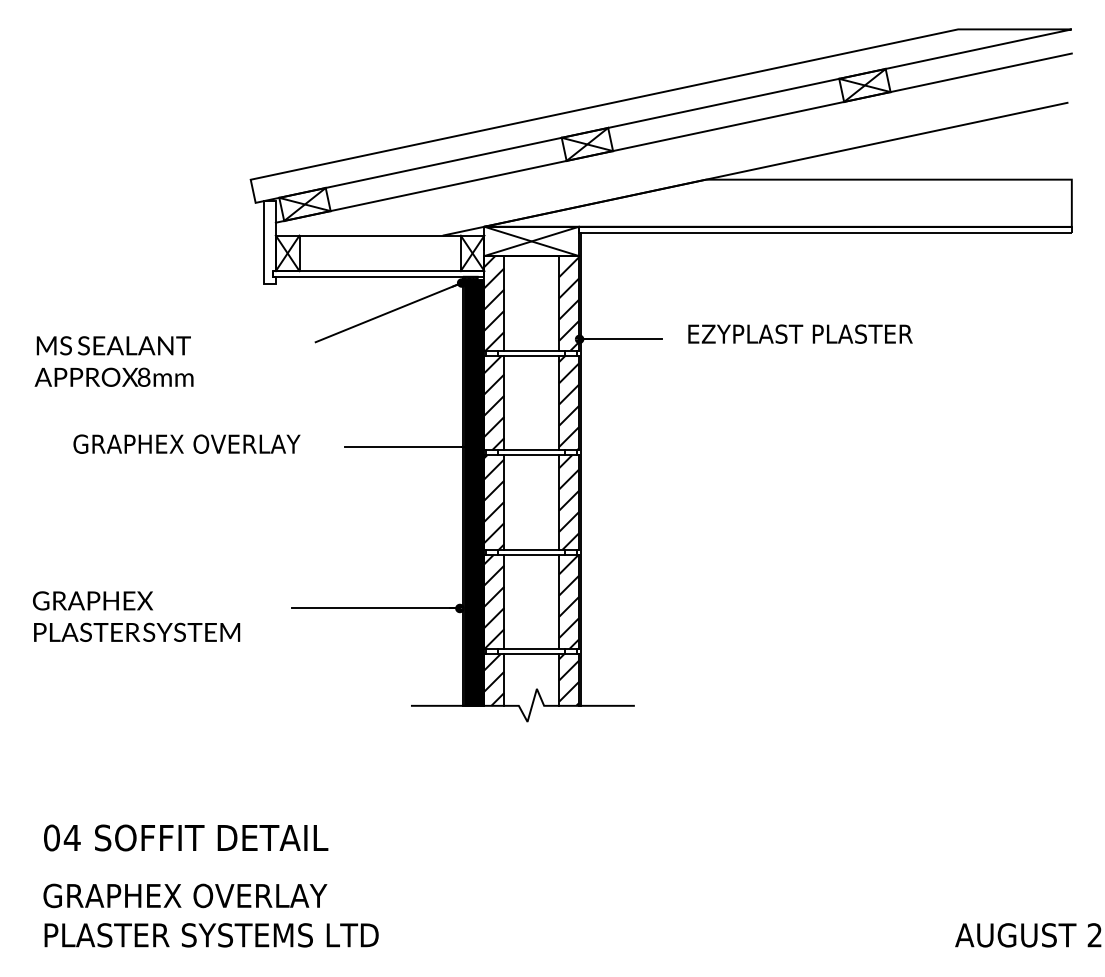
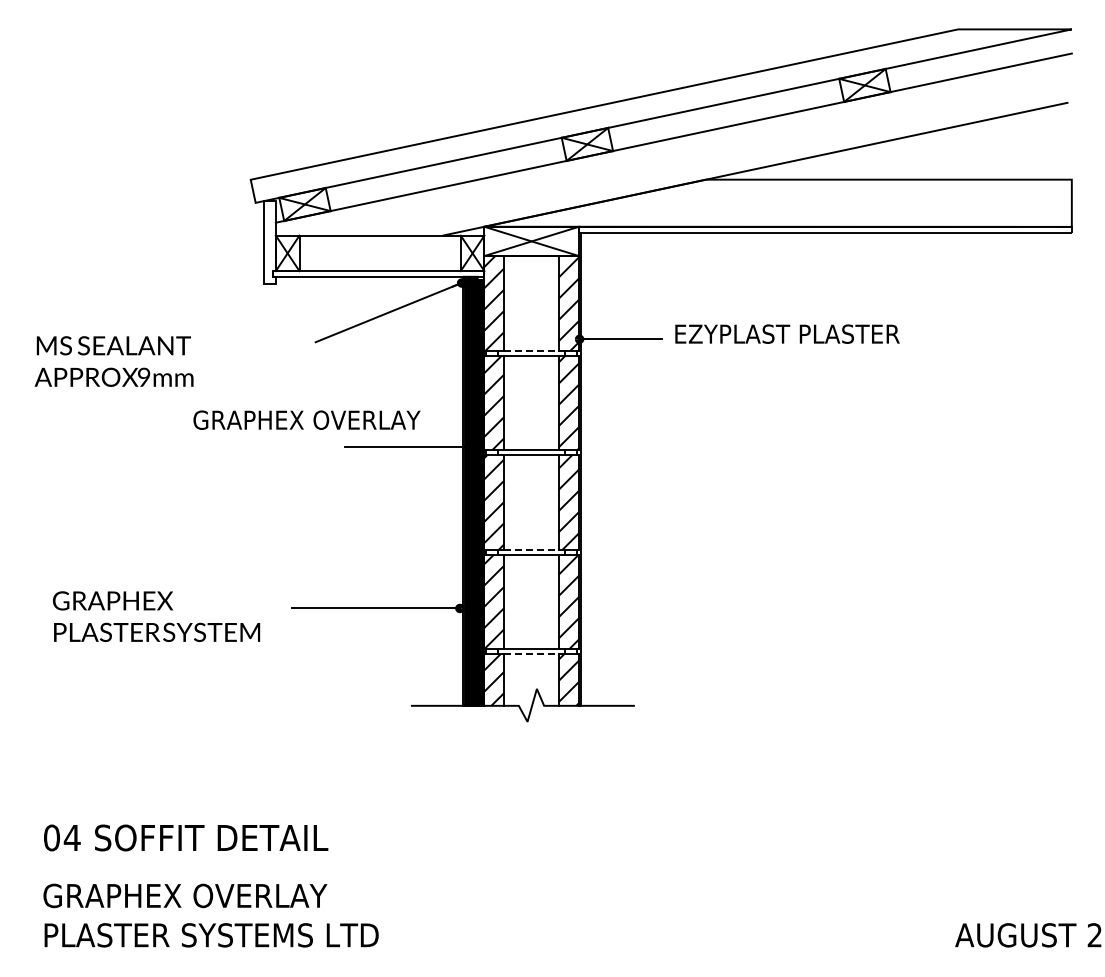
text at (800, 333) position: (800, 333) -> (787, 333)
line at (532, 350): solid -> dashed
text at (143, 377): 8mm -> 9mm
text at (186, 443) position: (186, 443) -> (306, 419)
line at (532, 549): solid -> dashed
text at (136, 616) position: (136, 616) -> (156, 616)
line at (532, 654): solid -> dashed
